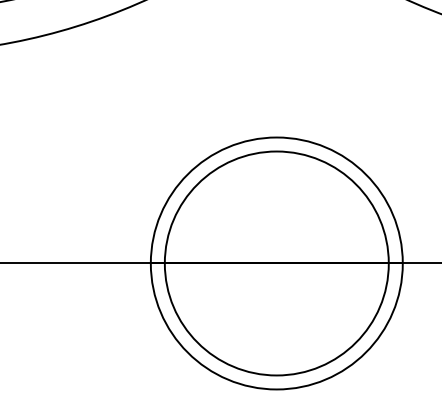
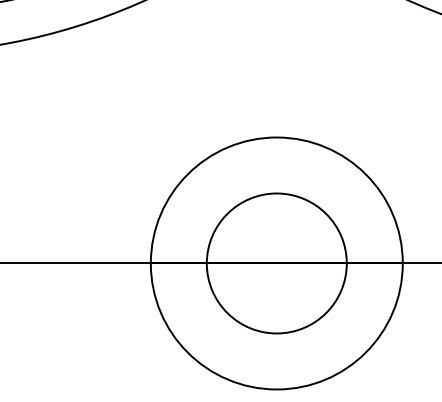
circle at (276, 263) diameter: 224 px -> 140 px
